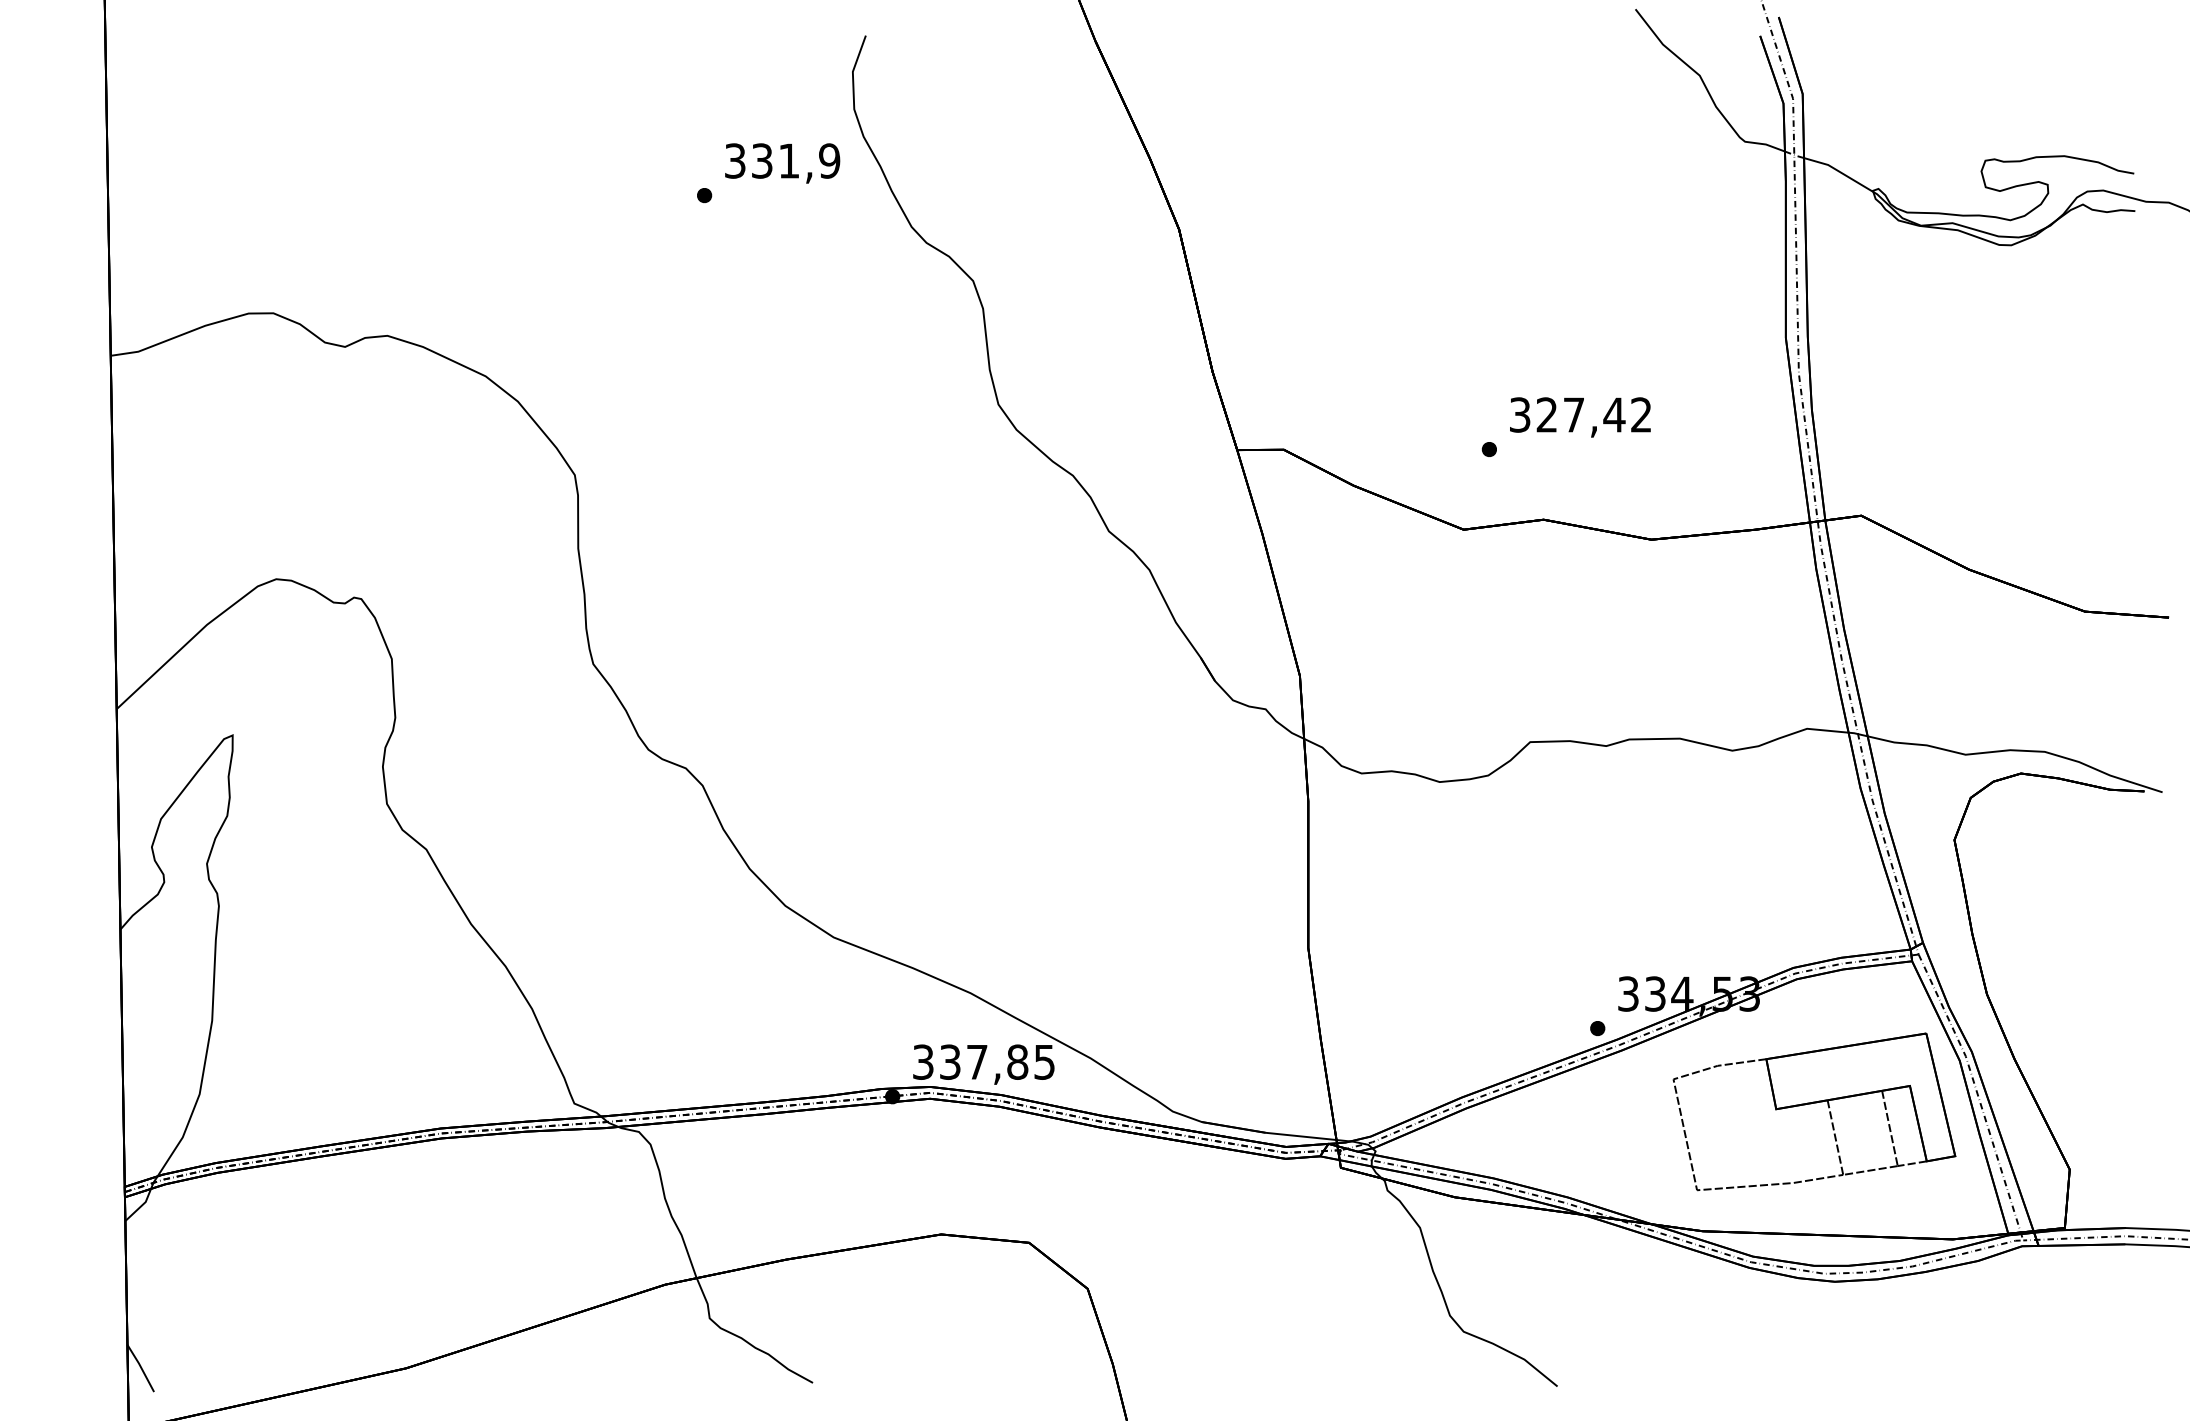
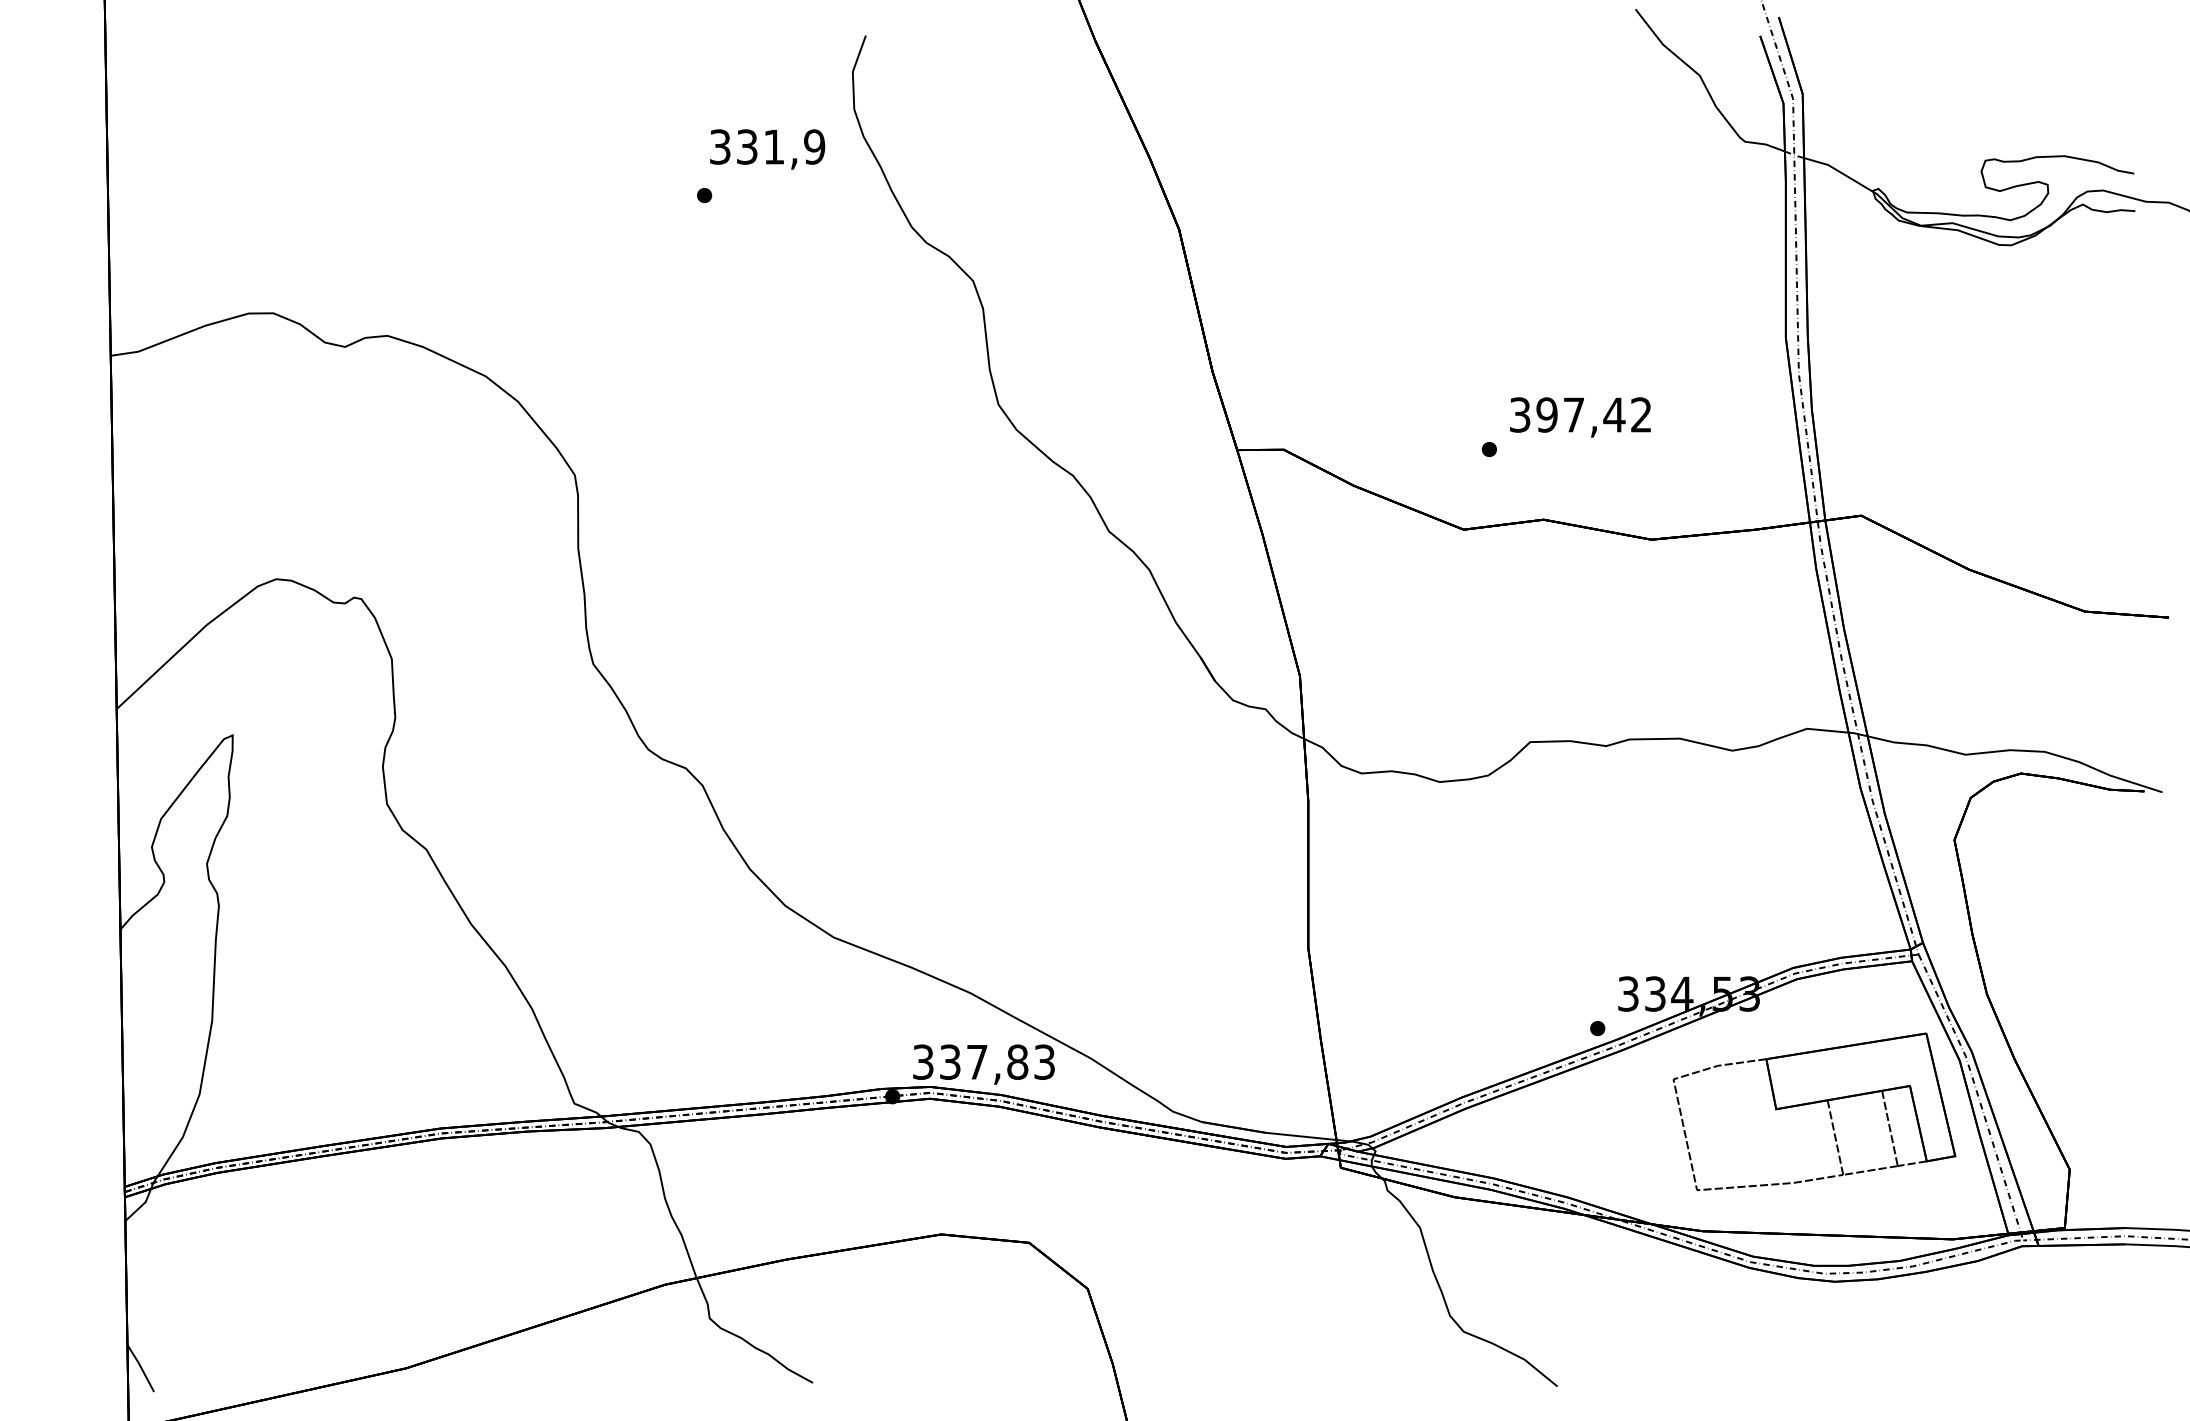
text at (782, 163) position: (782, 163) -> (767, 149)
text at (1546, 414): 327,42 -> 397,42
text at (1044, 1061): 337,85 -> 337,83
